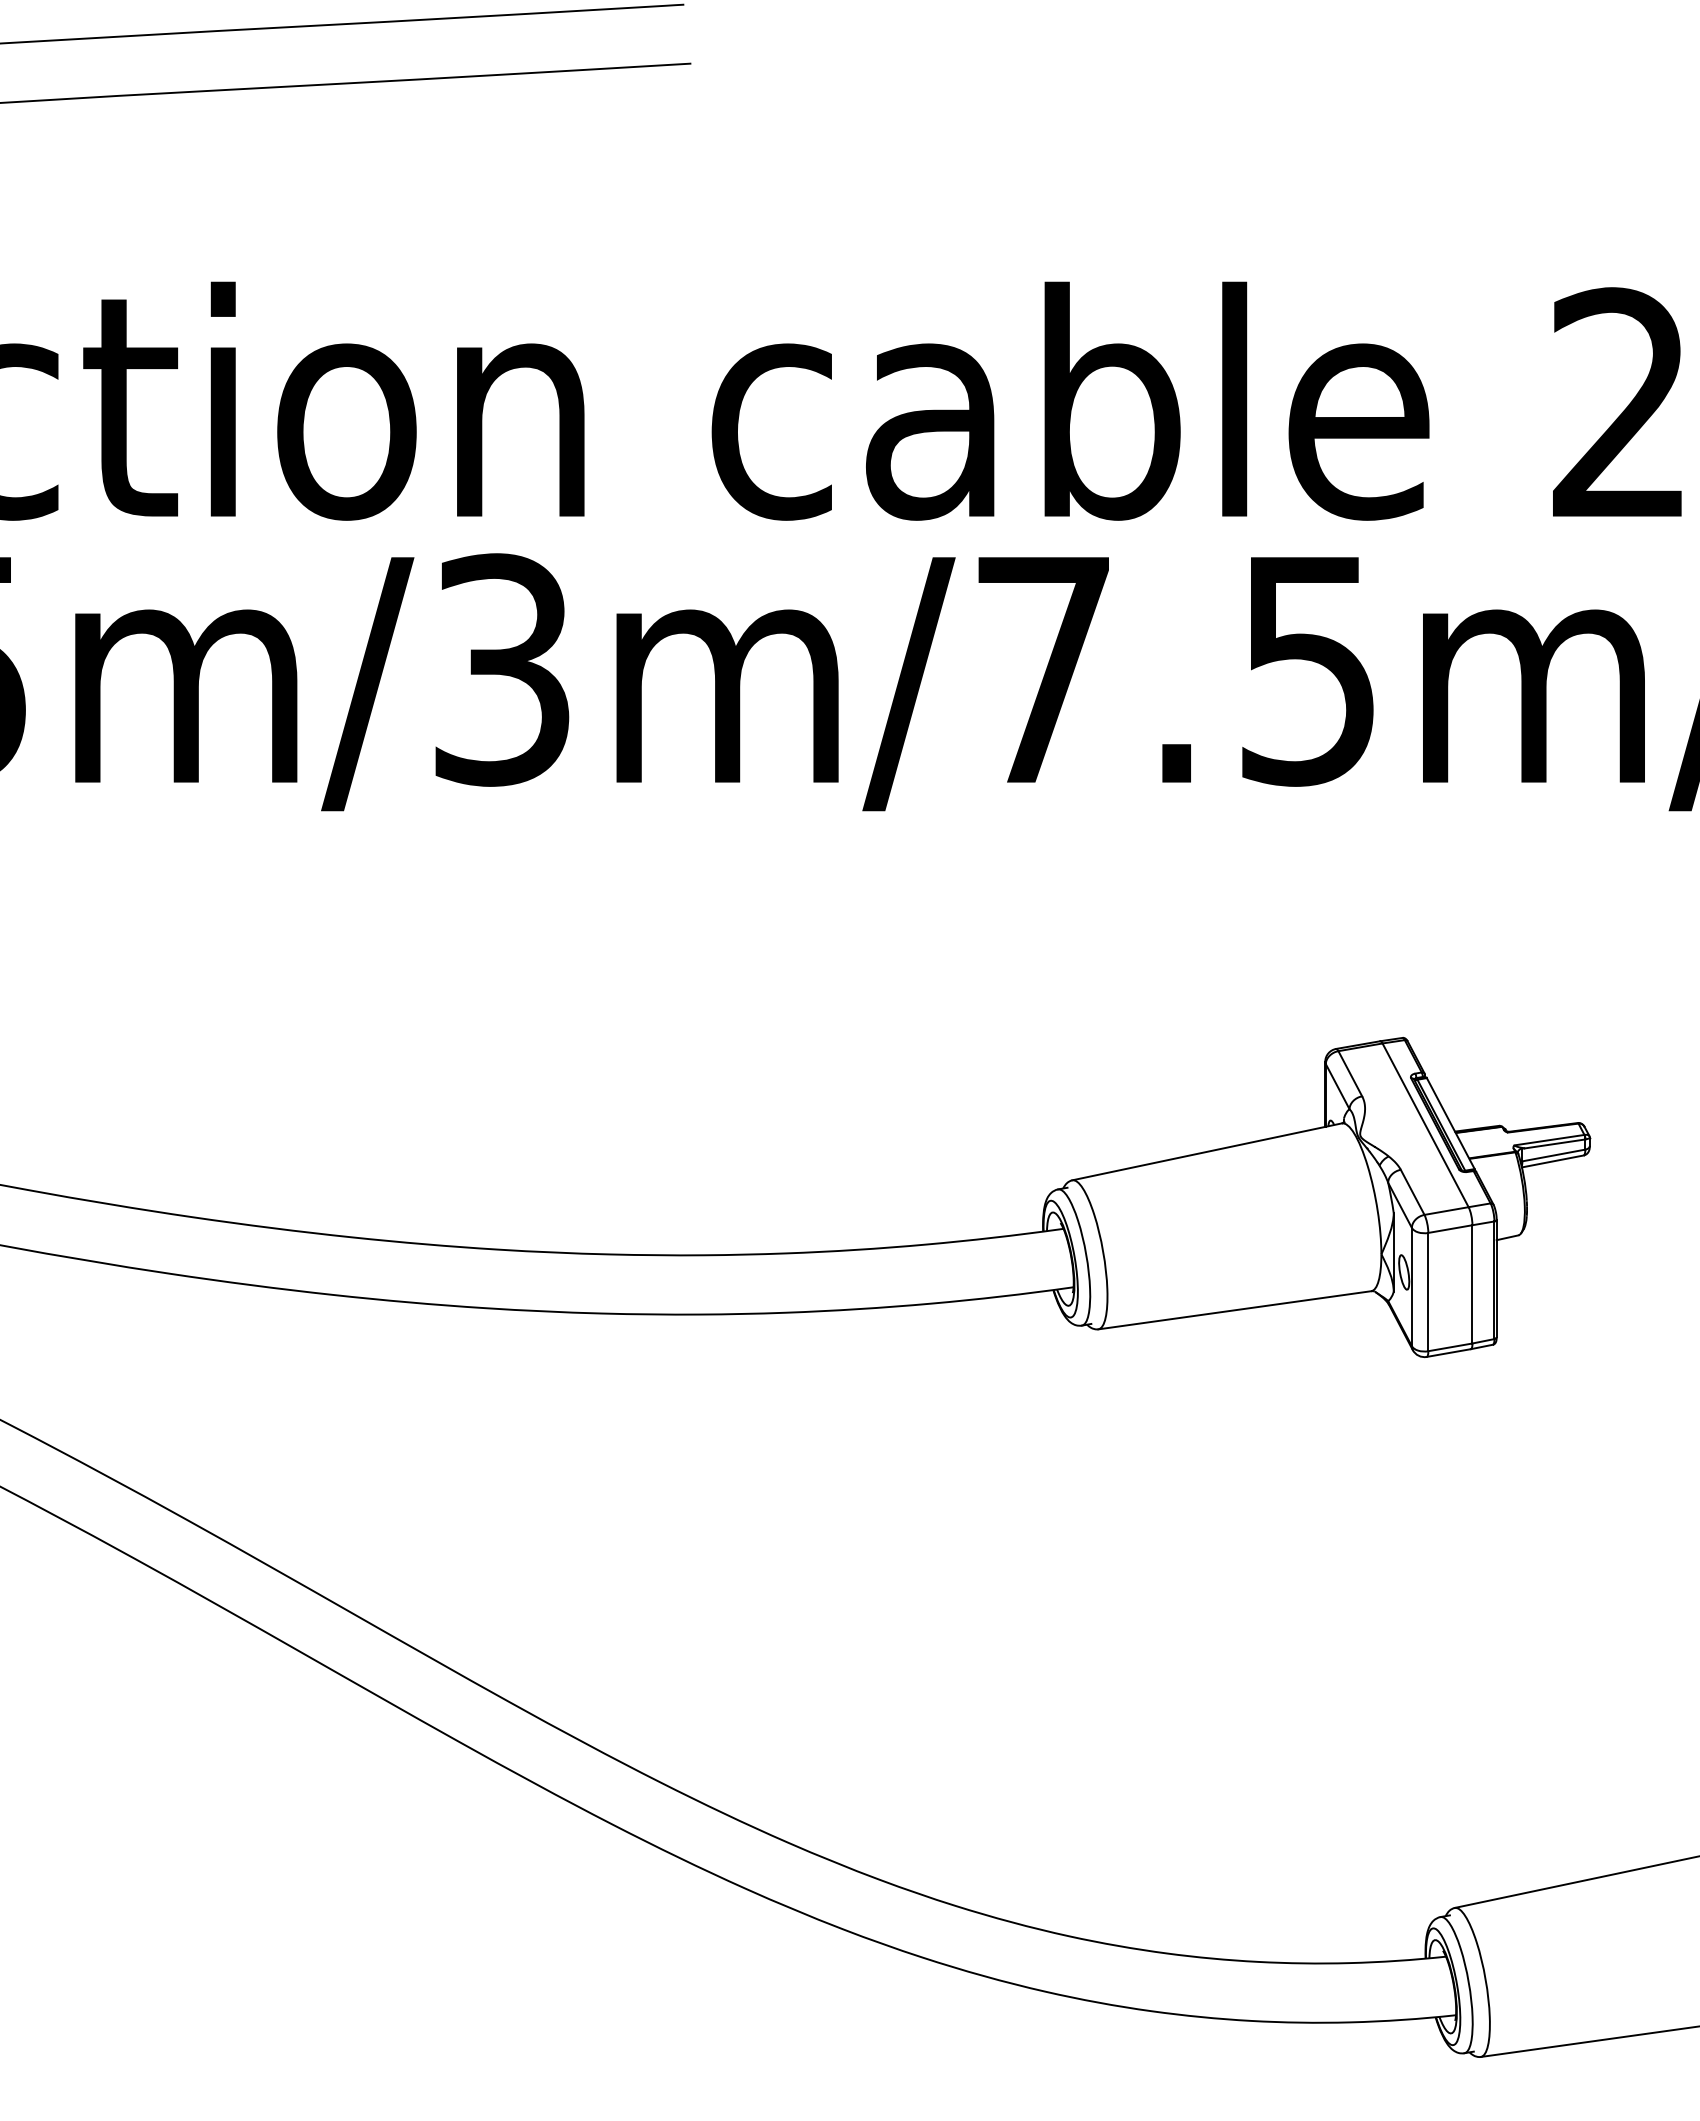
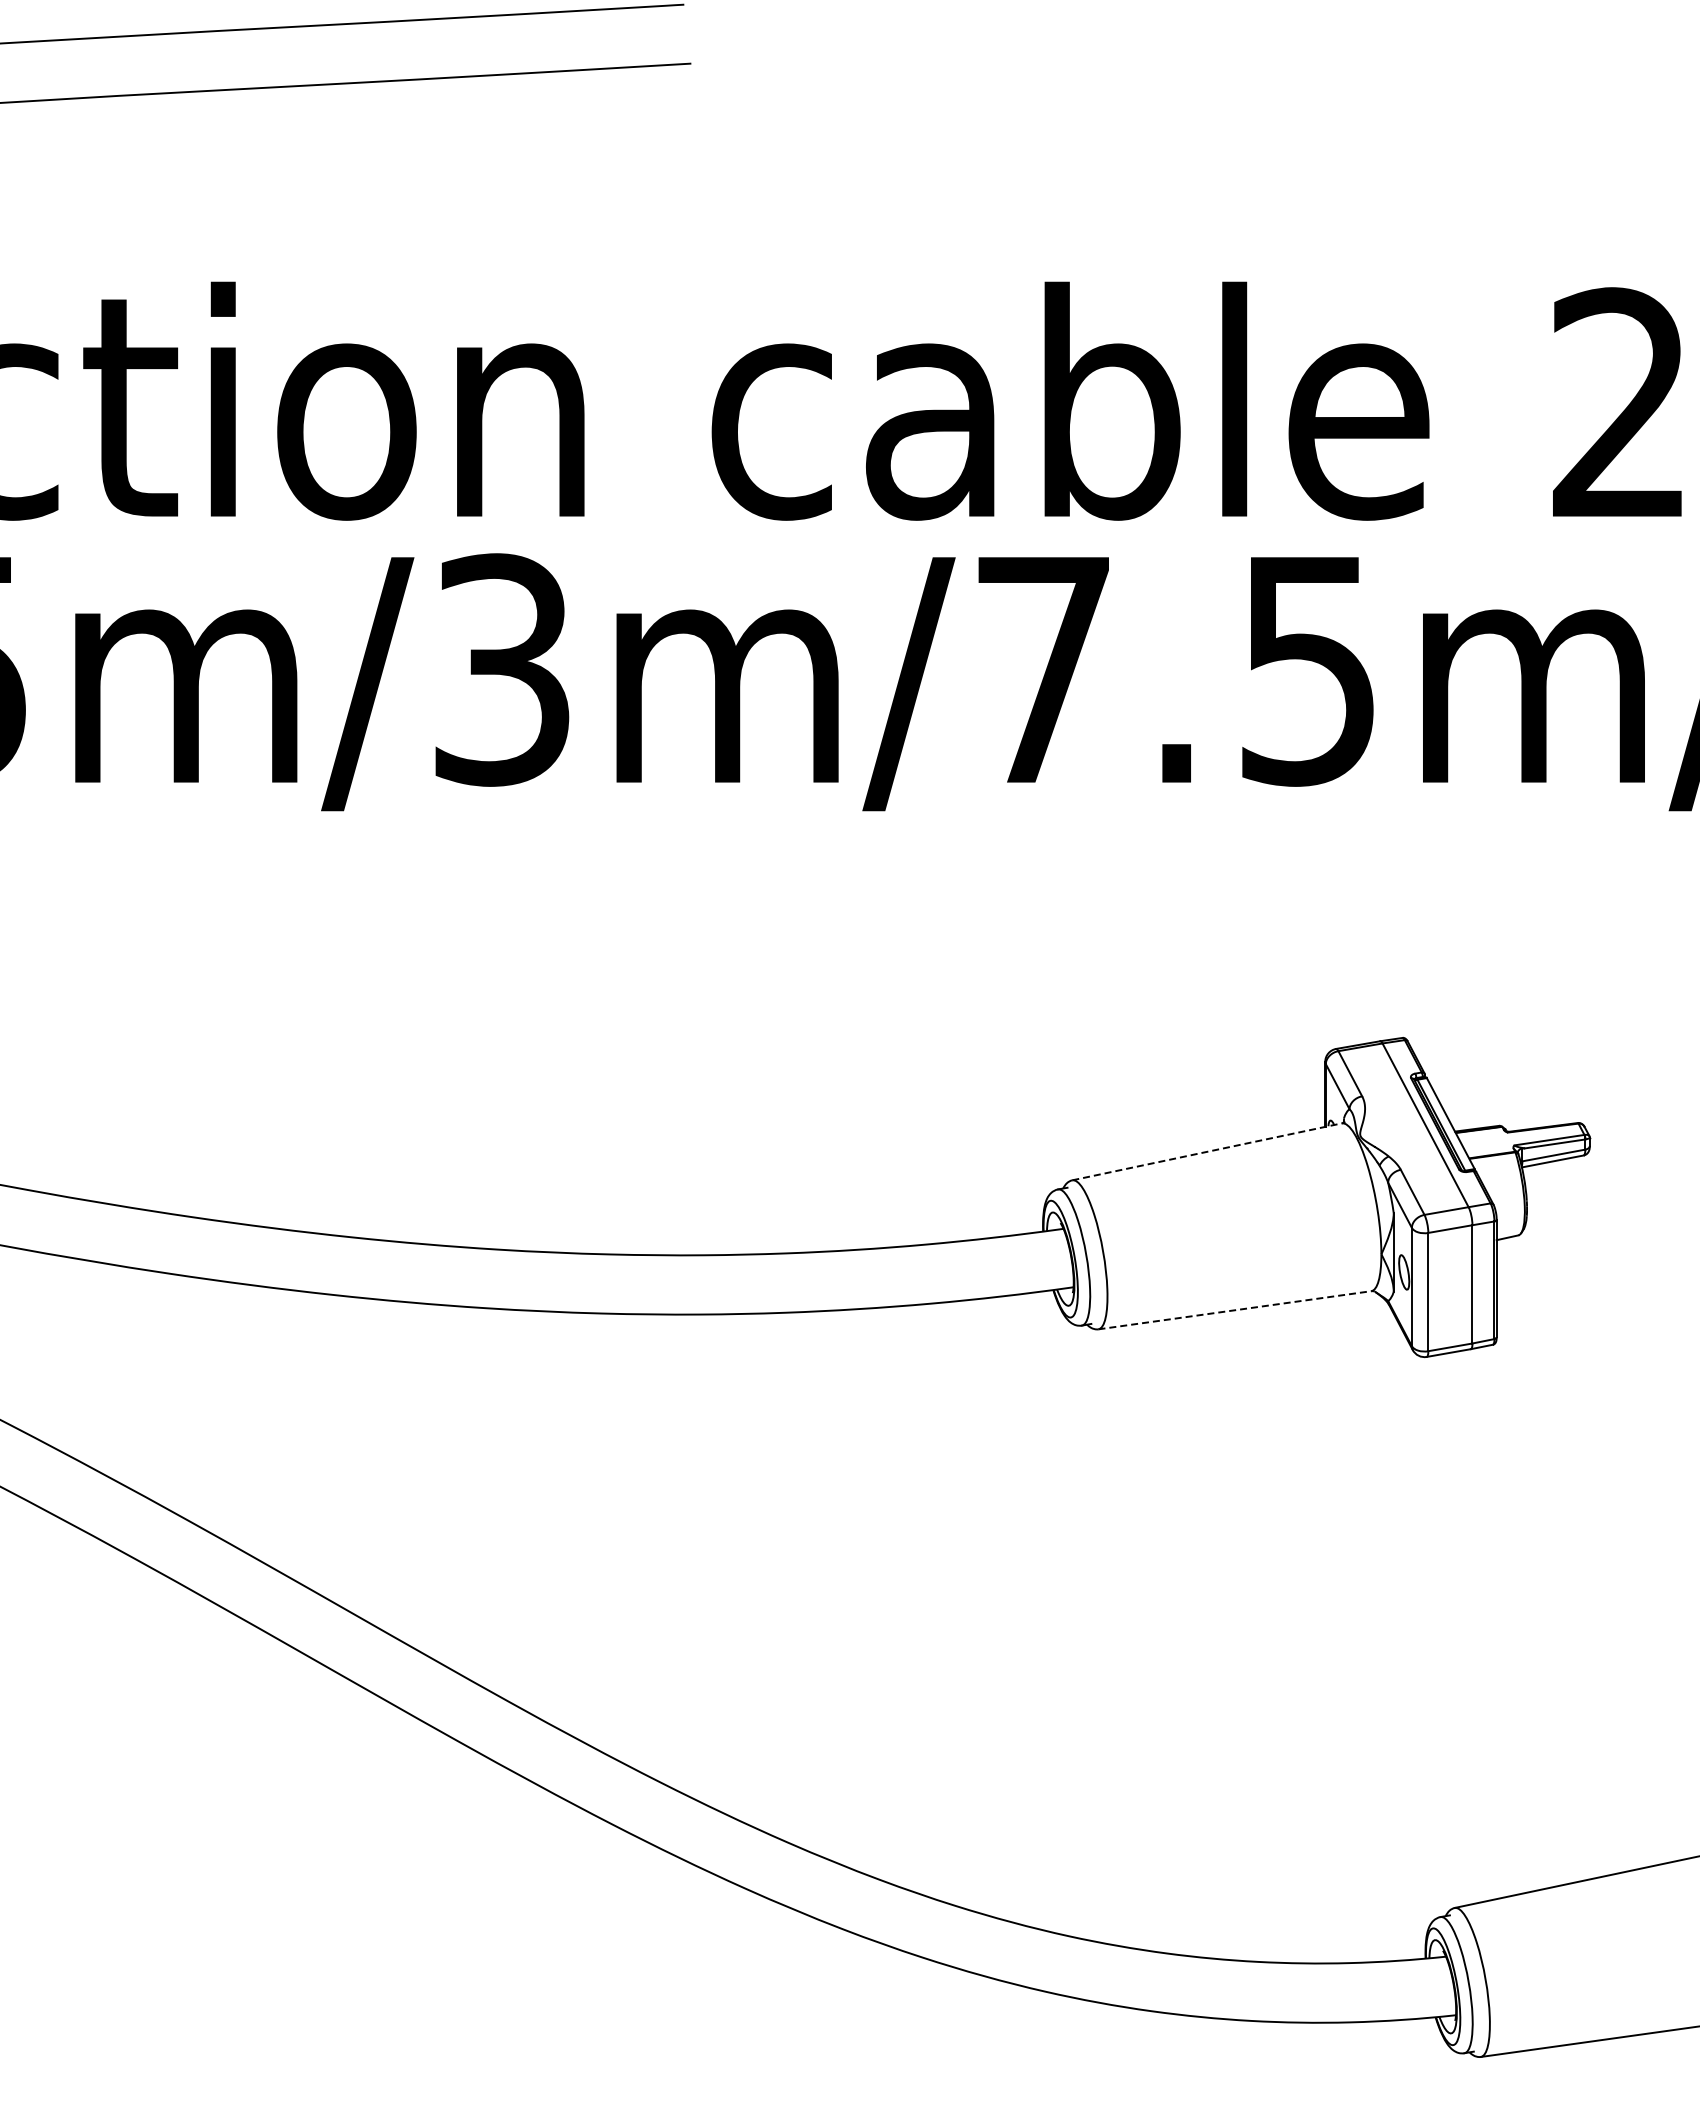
line at (1207, 1151): solid -> dashed
line at (1234, 1310): solid -> dashed
